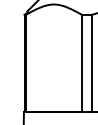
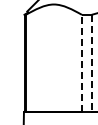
line at (82, 63): solid -> dashed
line at (91, 63): solid -> dashed
